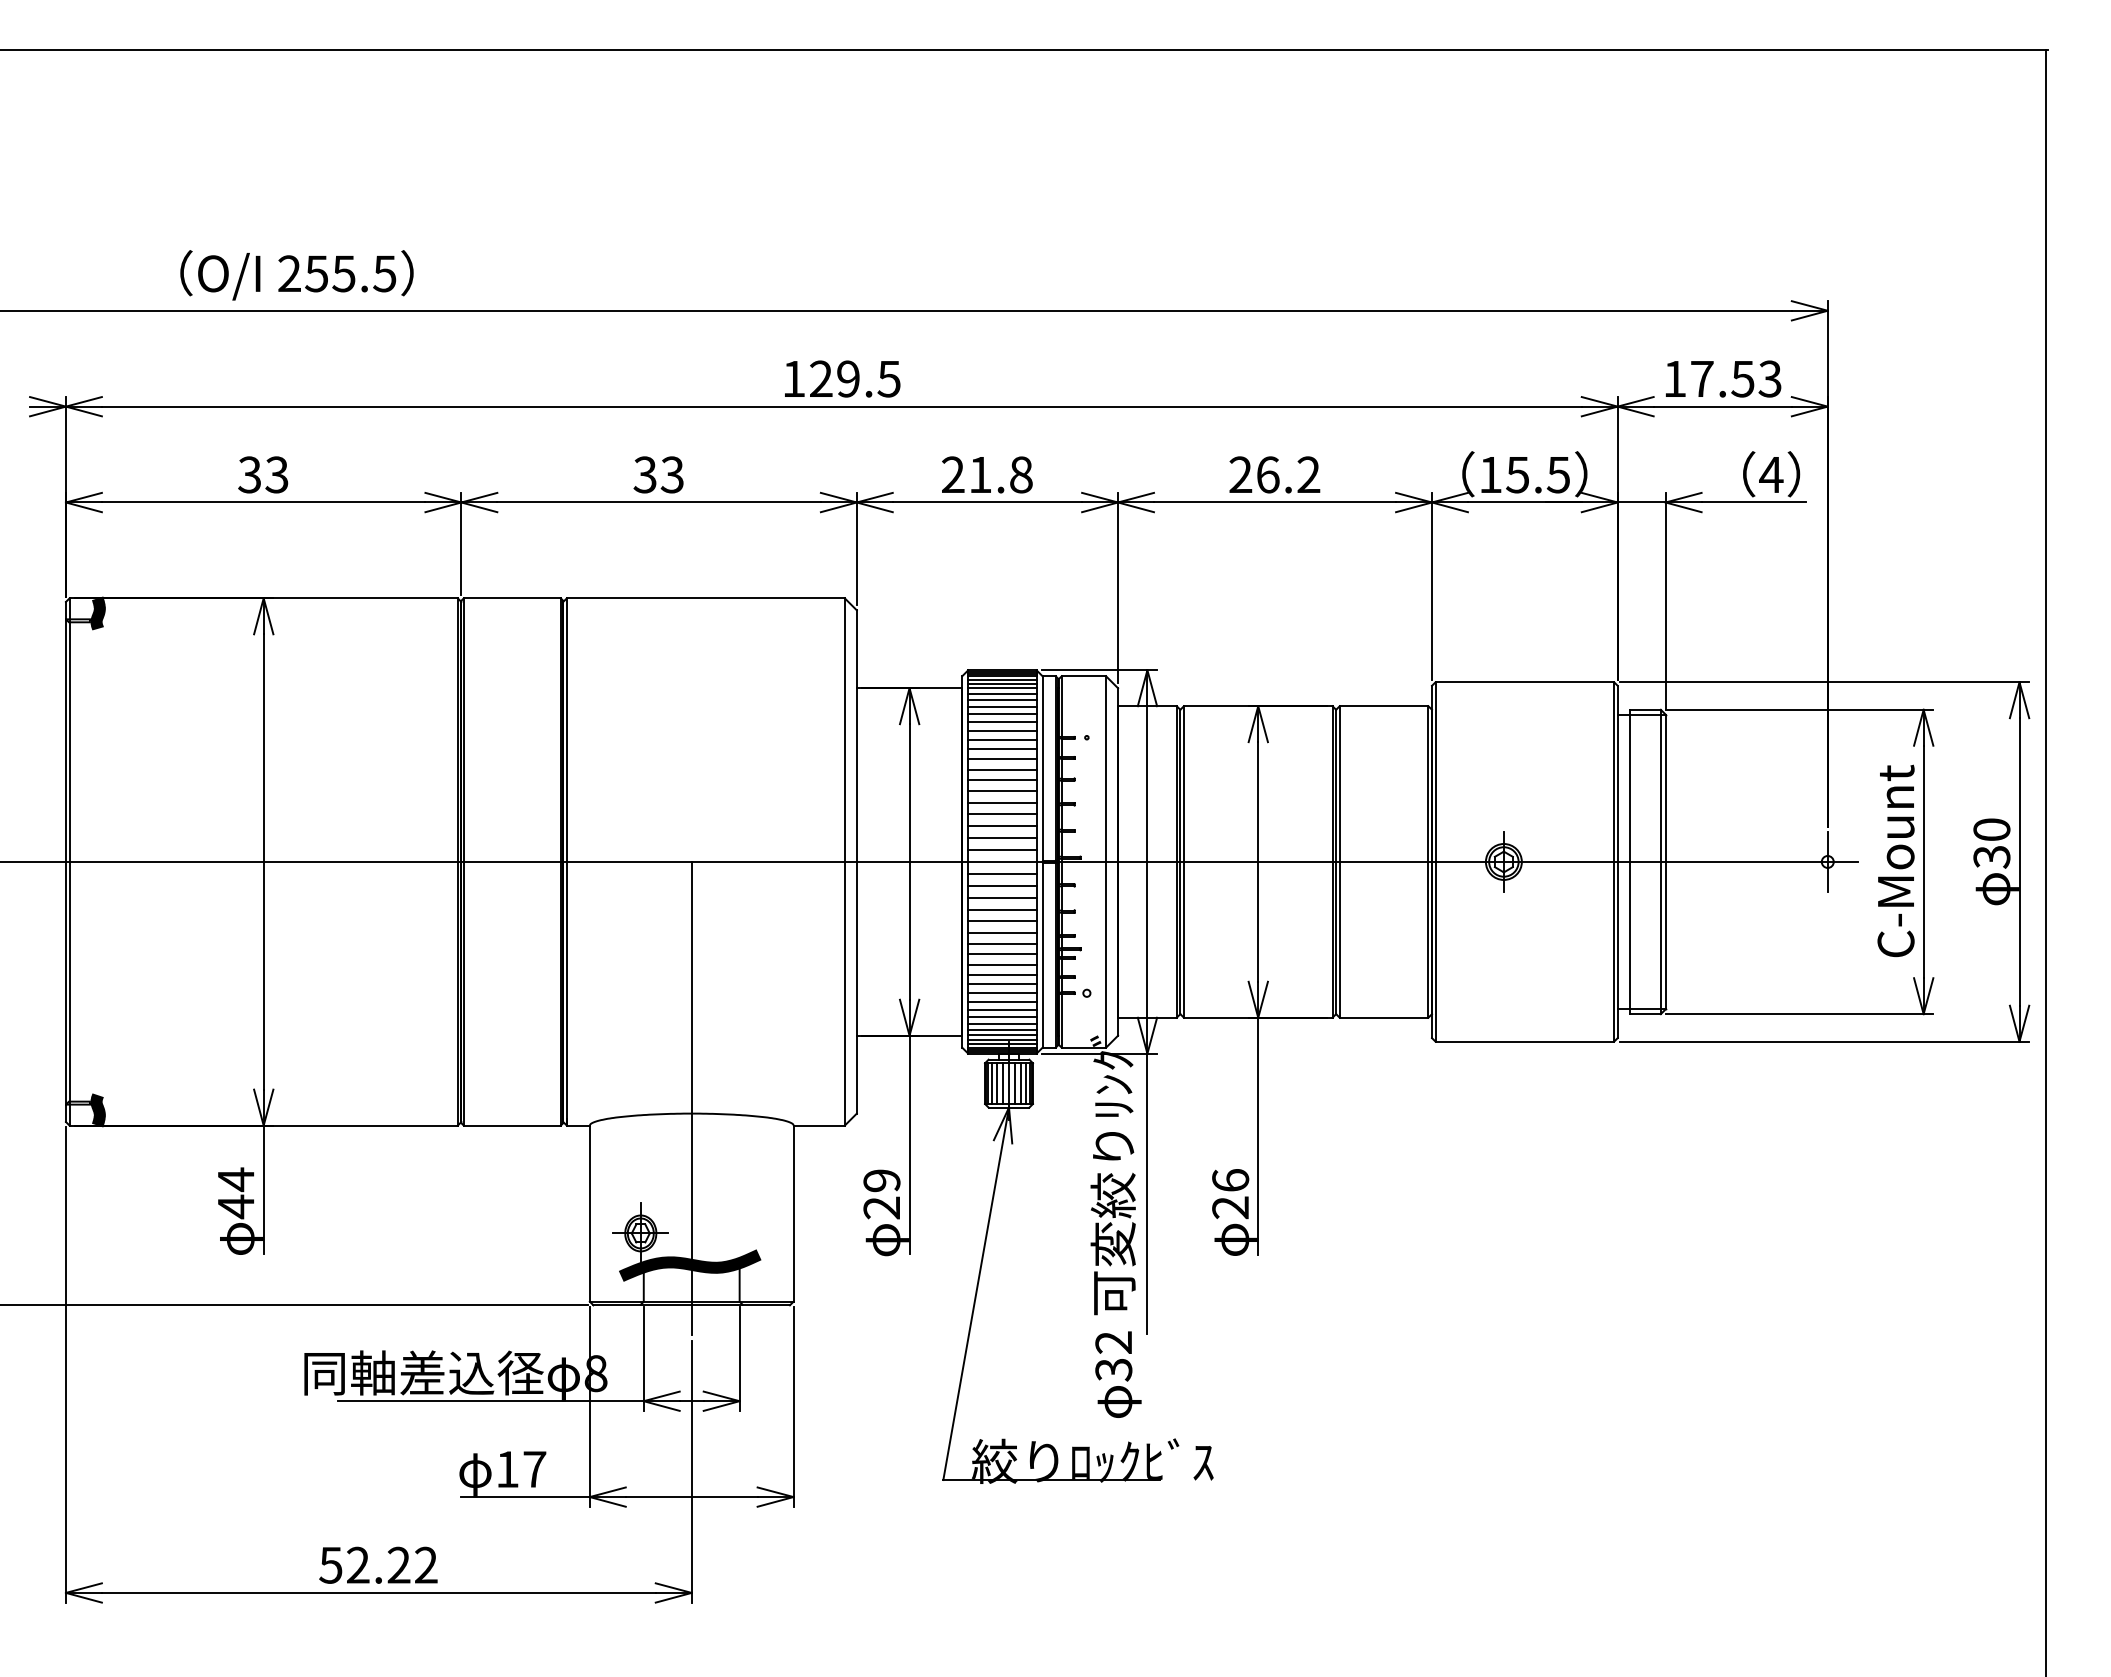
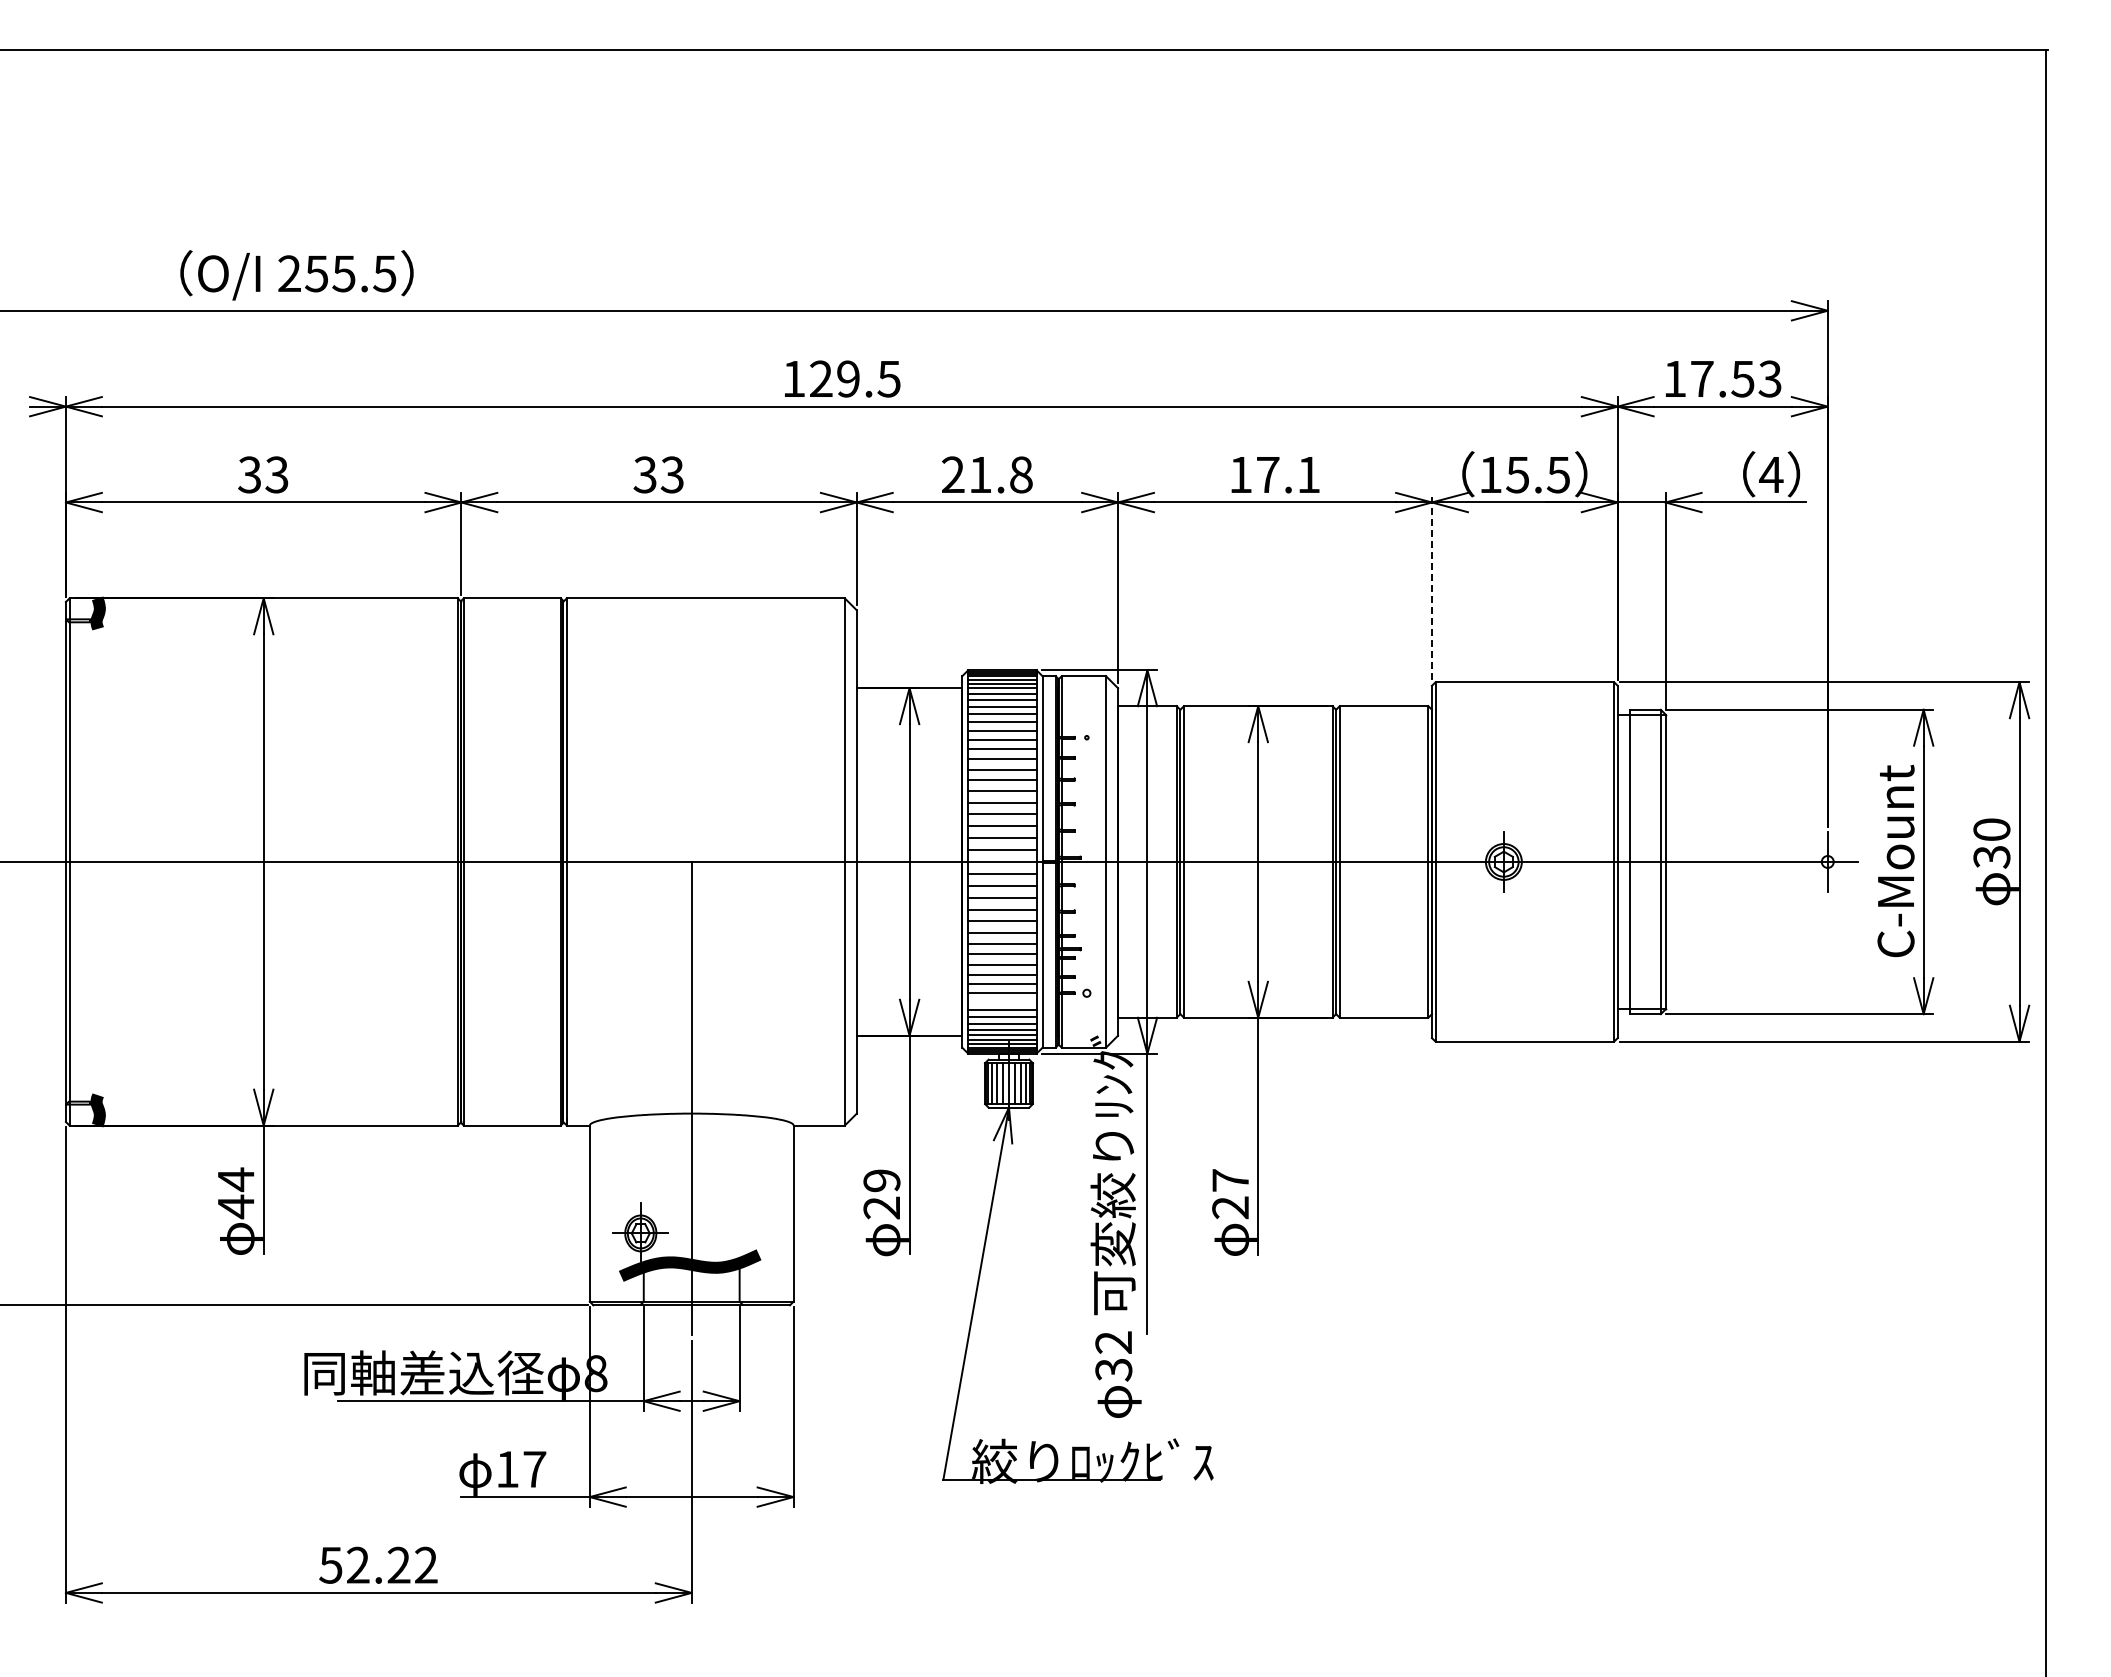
text at (1274, 474): 26.2 -> 17.1
line at (1432, 586): solid -> dashed
line at (1002, 1001): present -> none
text at (1230, 1180): 26 -> 27
